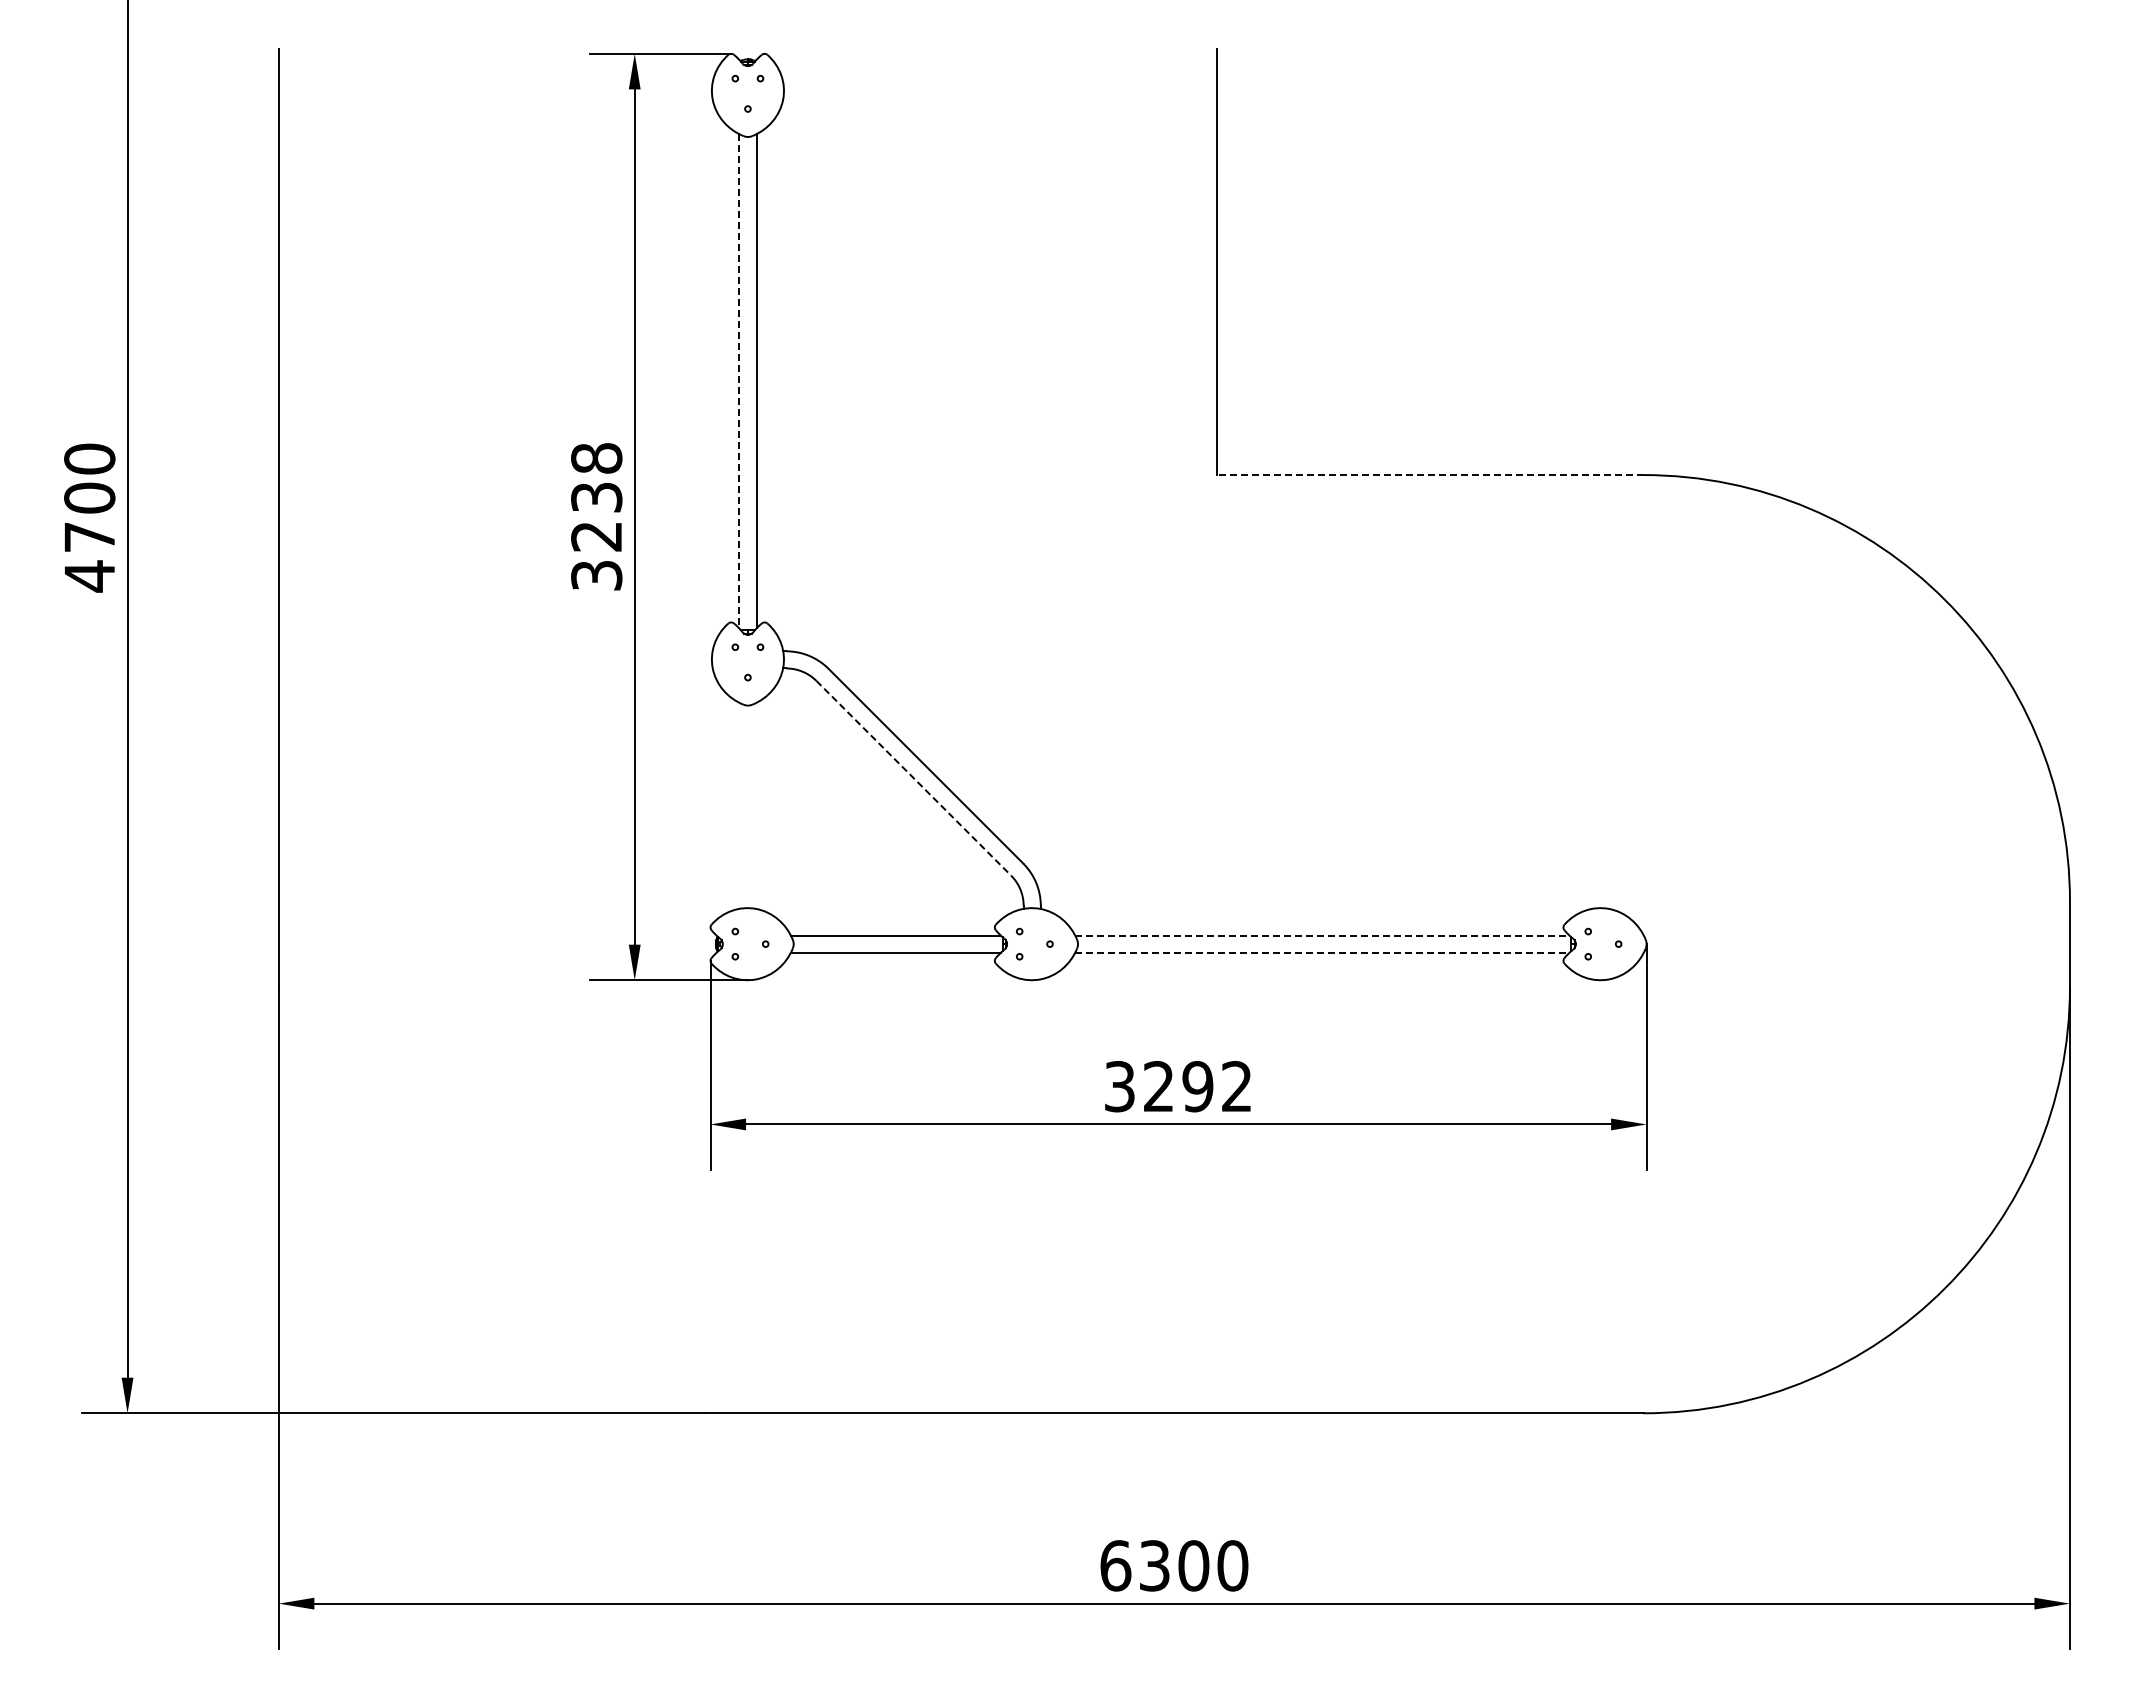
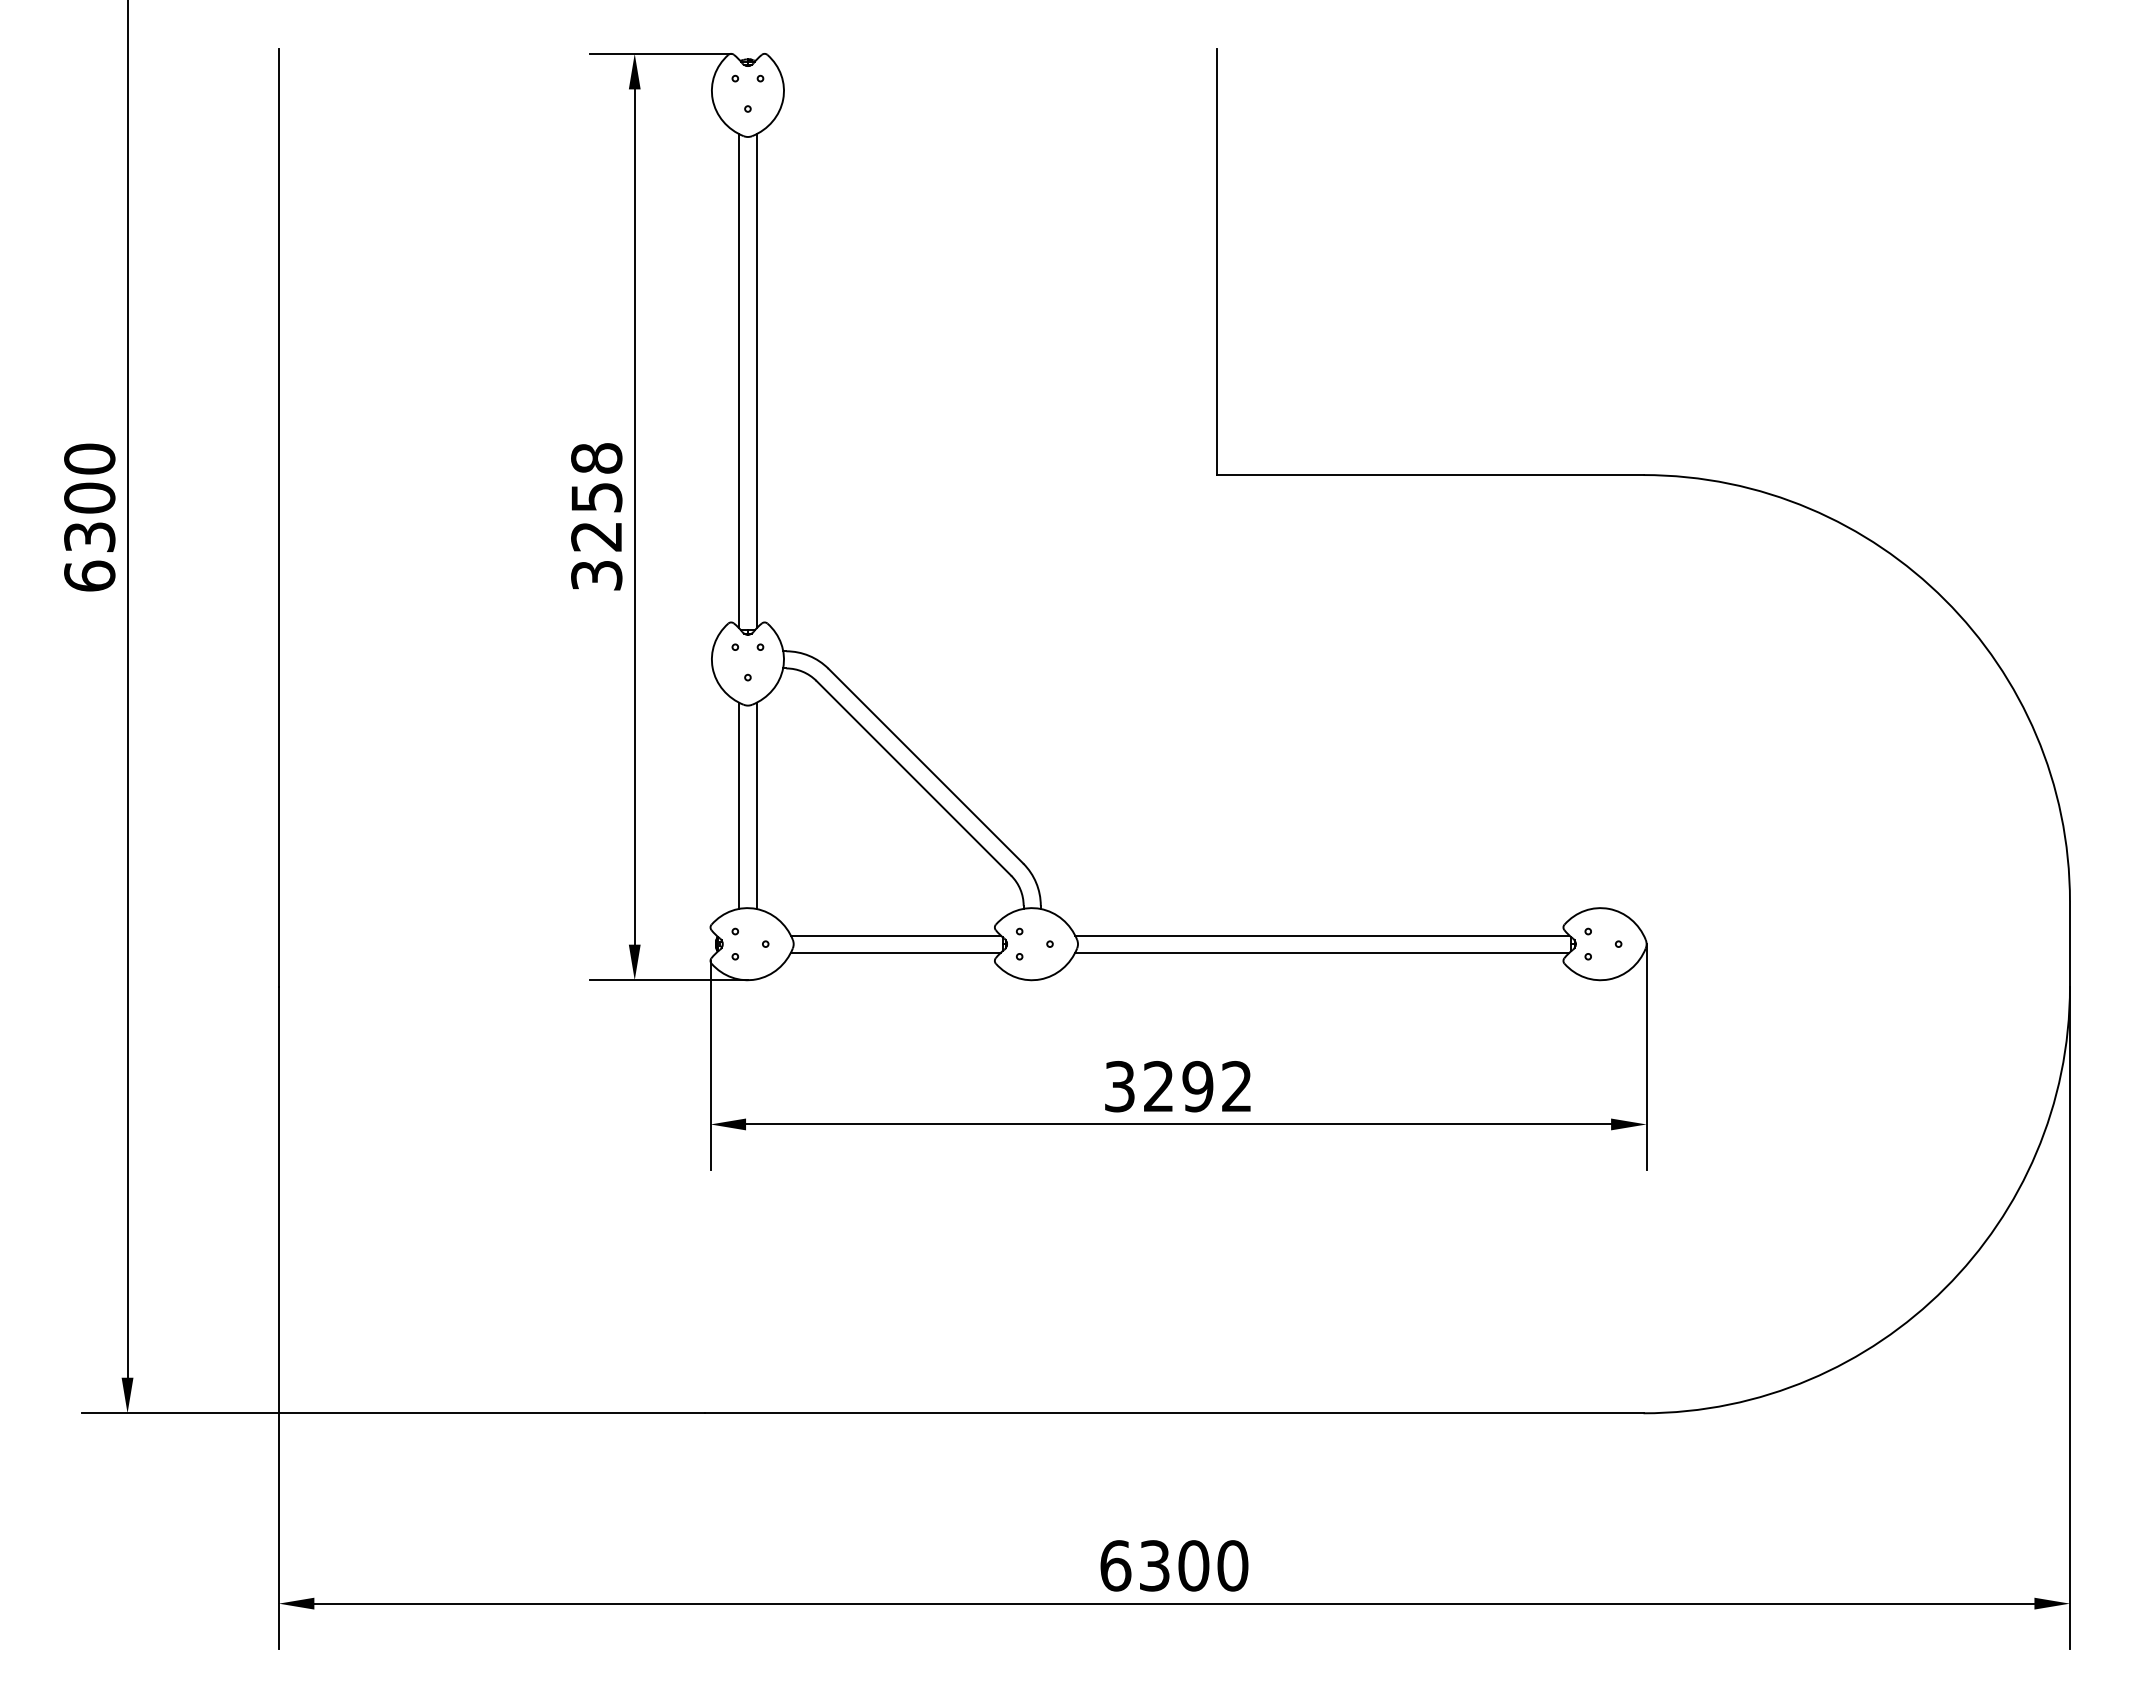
line at (739, 381): dashed -> solid
line at (1429, 475): dashed -> solid
text at (596, 496): 3238 -> 3258
text at (89, 557): 4700 -> 6300
line at (913, 778): dashed -> solid
line at (739, 805): none -> present
line at (756, 805): none -> present
line at (1322, 935): dashed -> solid
line at (1322, 952): dashed -> solid
